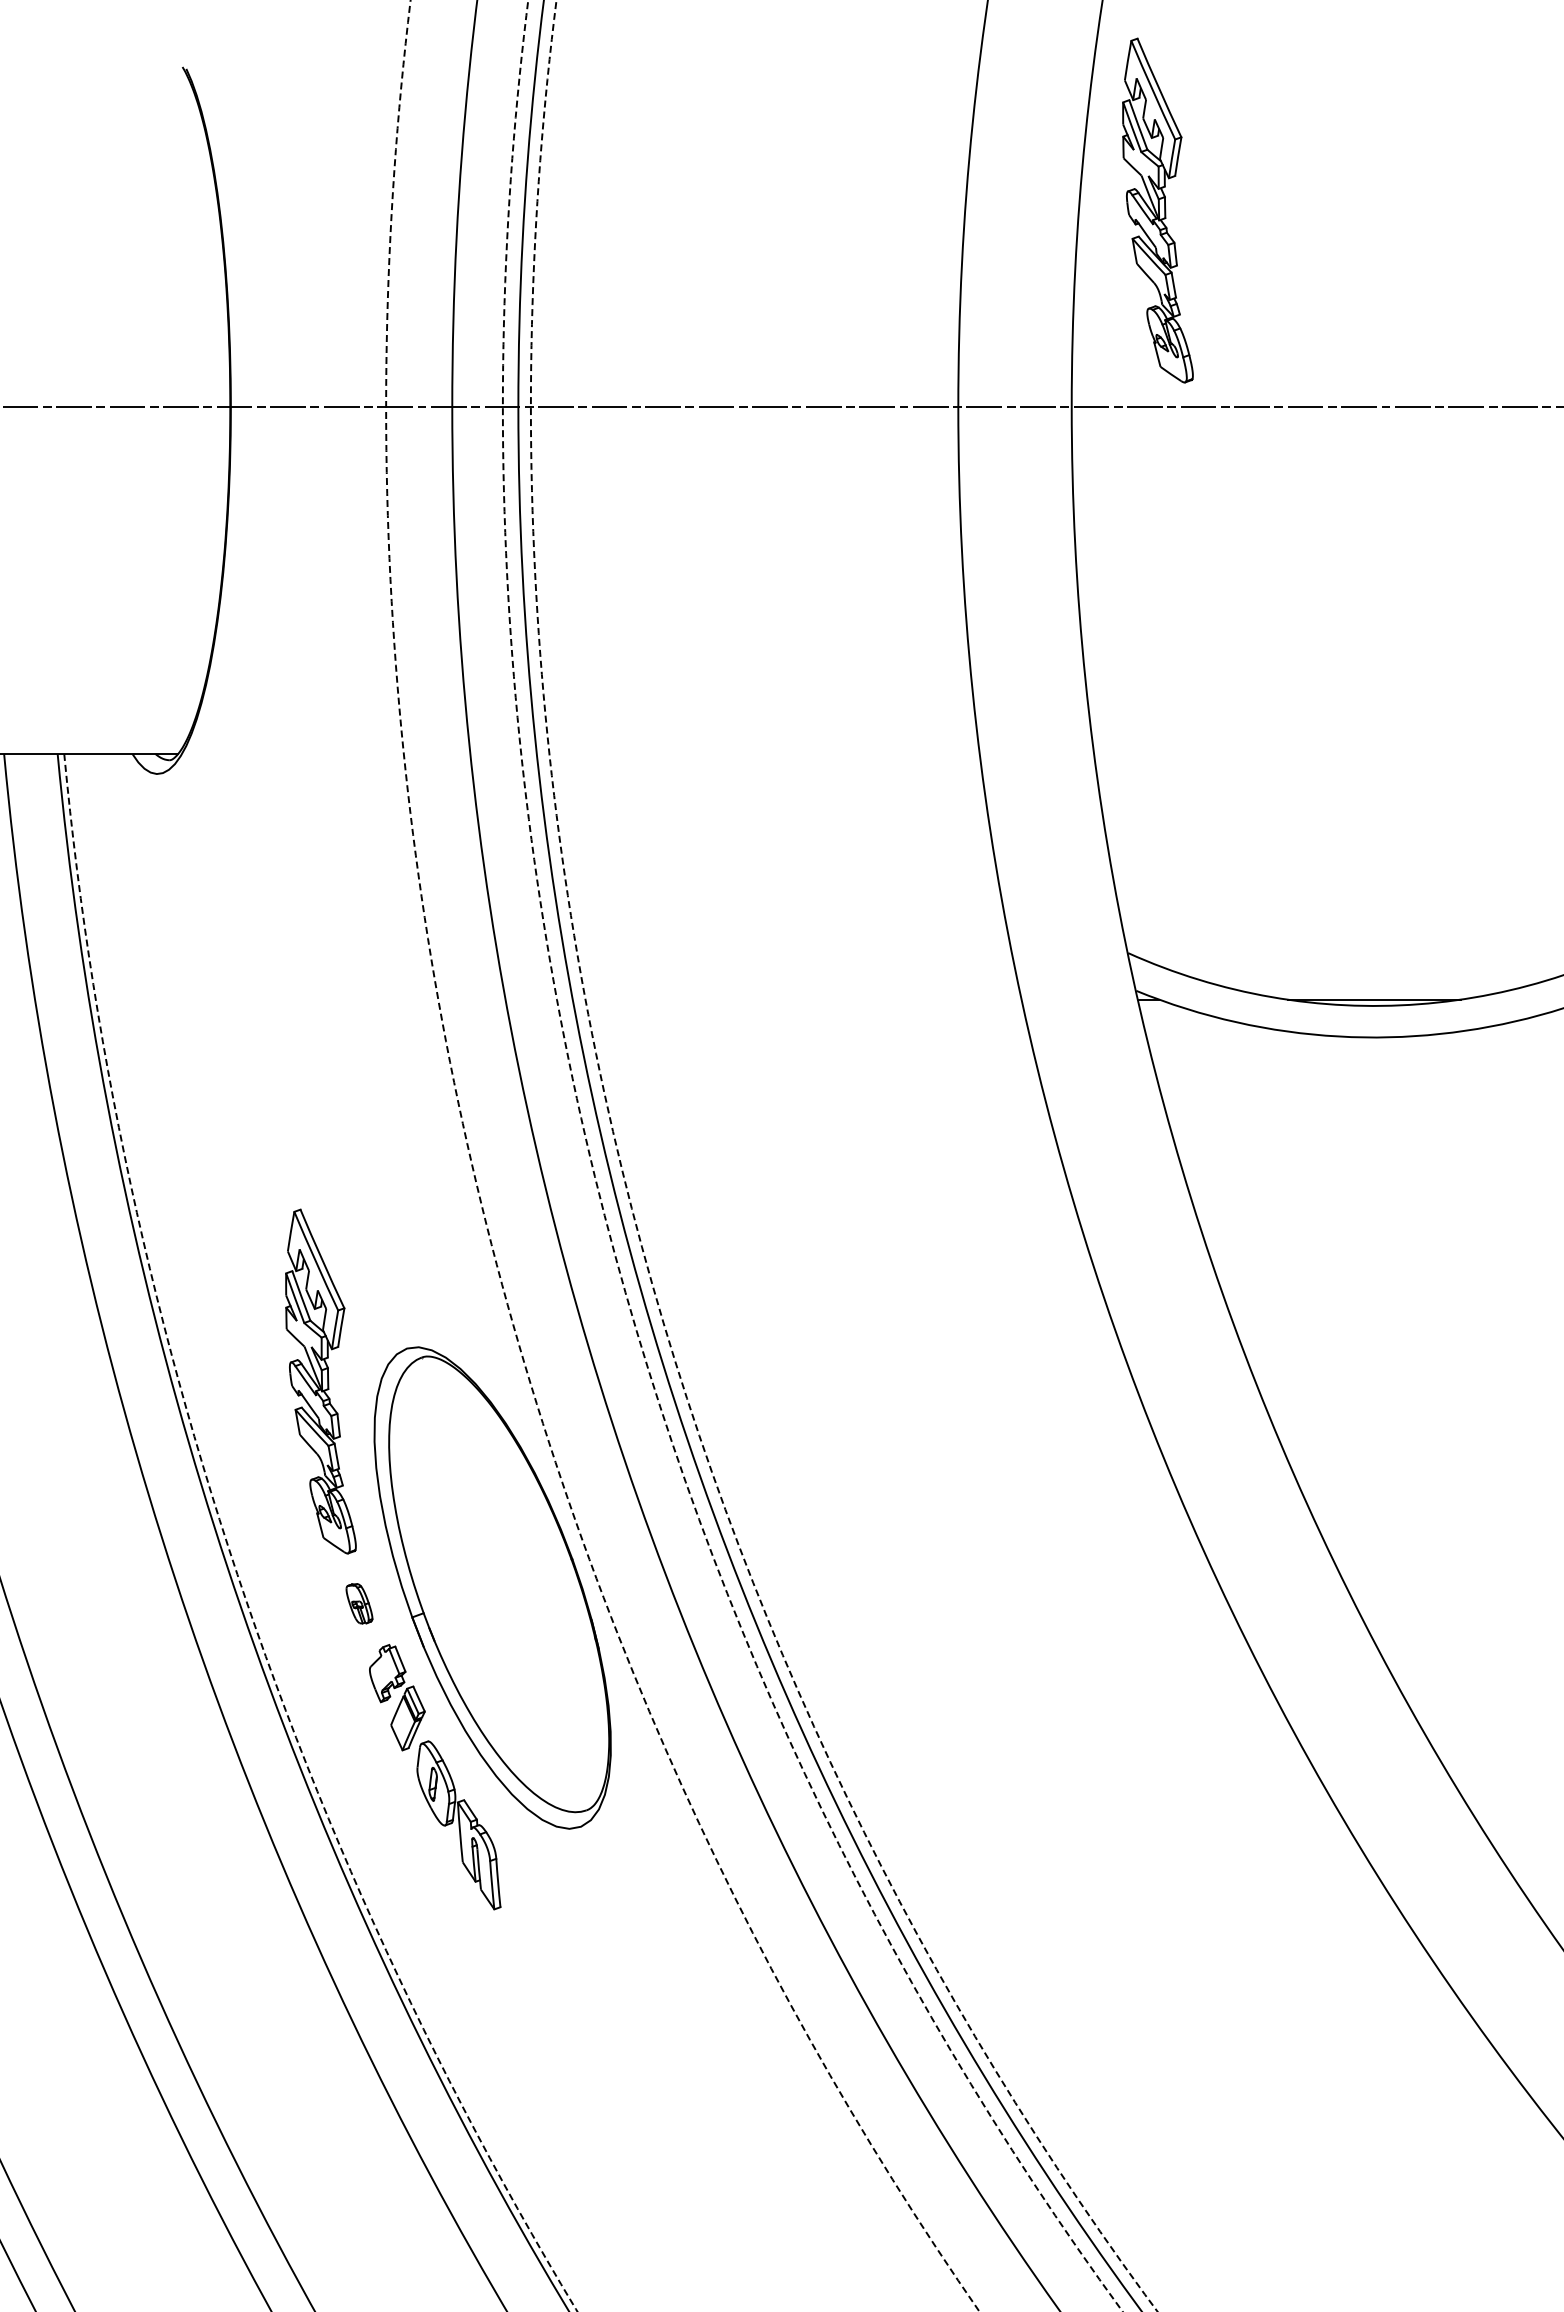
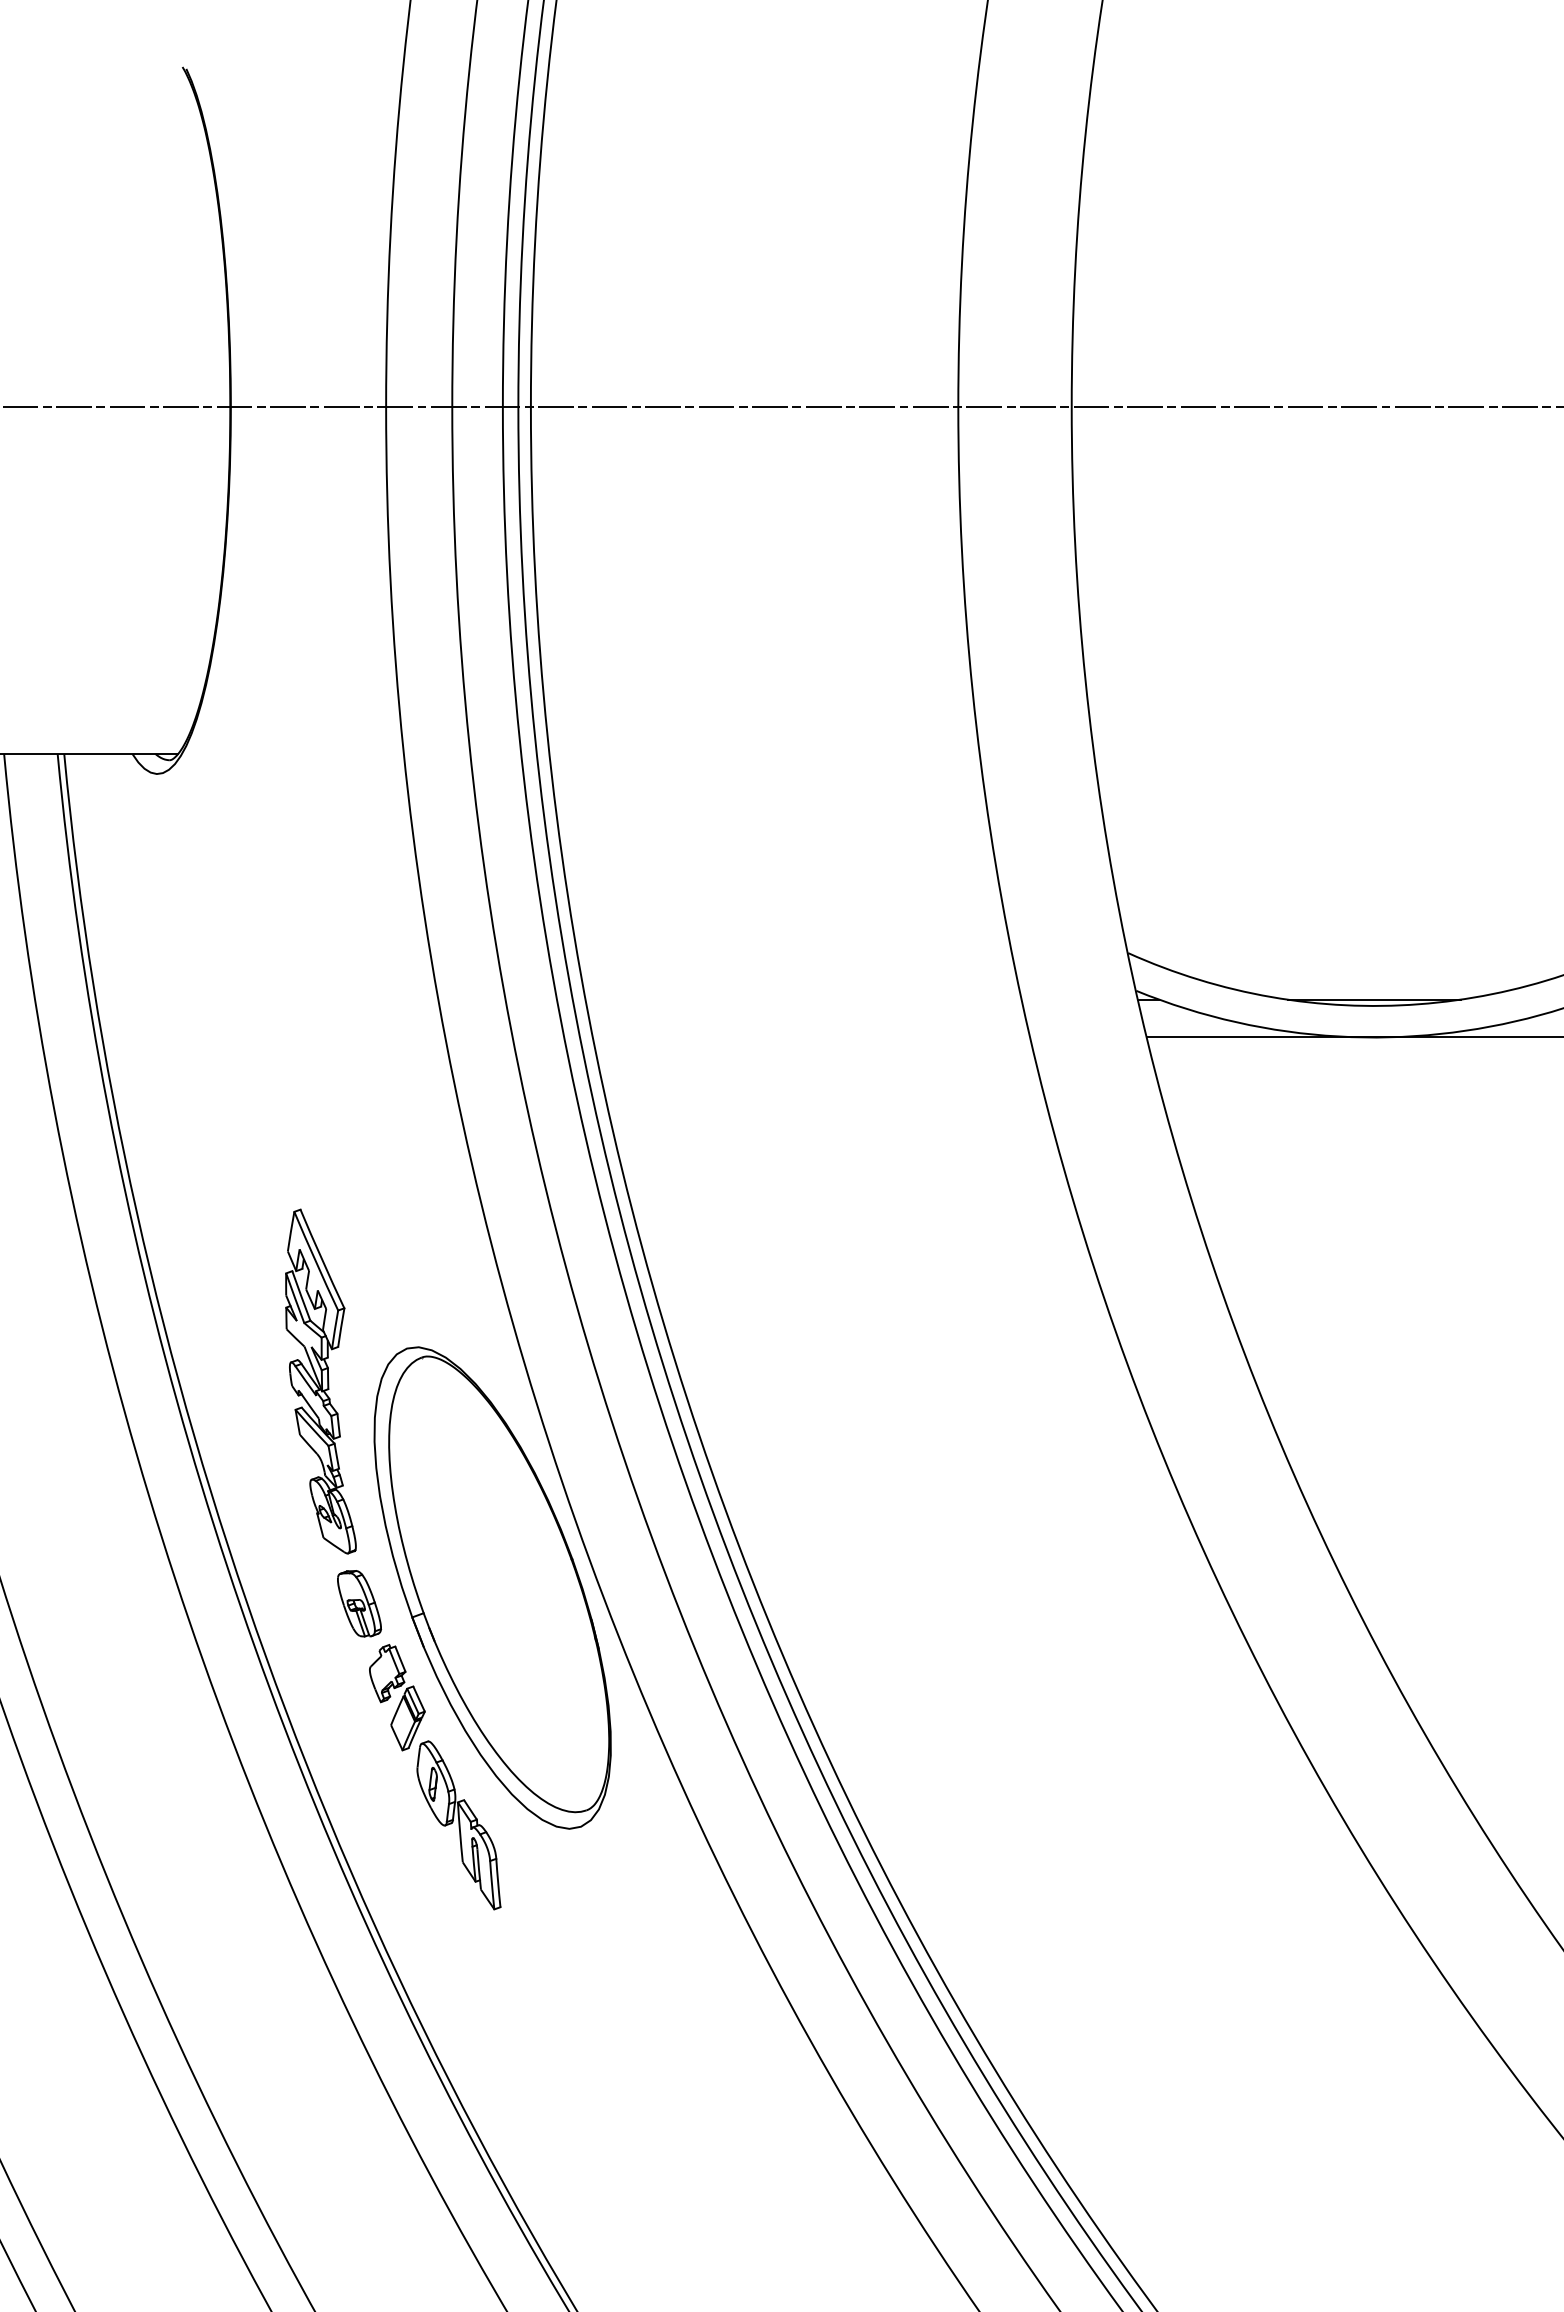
part at (1157, 210): present -> none
line at (1353, 1037): none -> present
circle at (682, 1155): dashed -> solid
circle at (812, 1155): dashed -> solid
circle at (843, 1155): dashed -> solid
arc at (232, 1560): dashed -> solid
part at (359, 1603) size: 29x42 px -> 45x68 px
